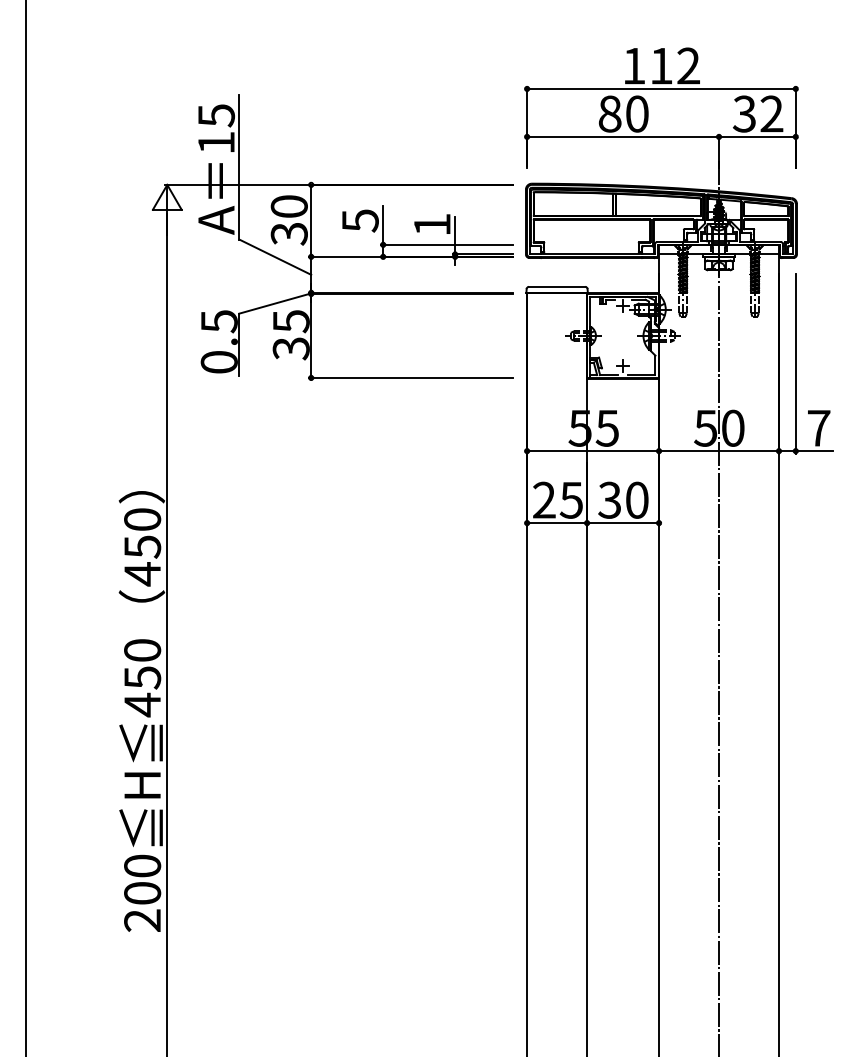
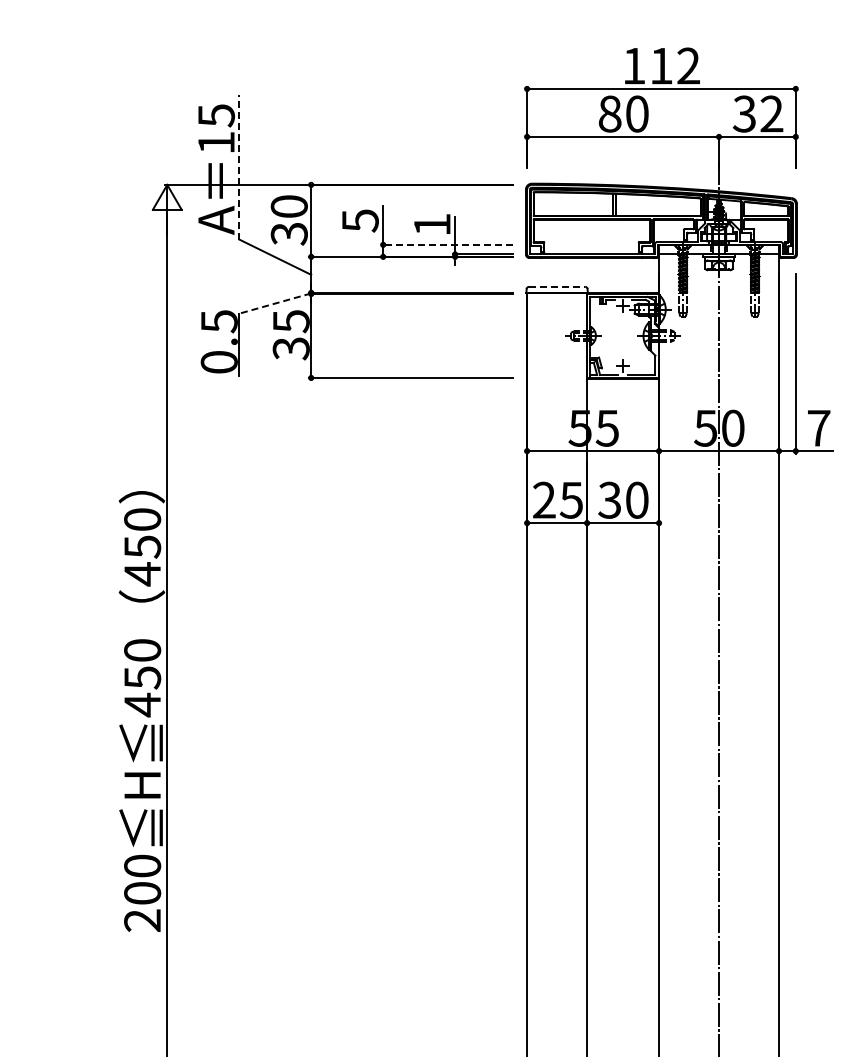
line at (239, 166): solid -> dashed
line at (446, 244): solid -> dashed
line at (557, 286): solid -> dashed
line at (274, 303): solid -> dashed
line at (25, 527): present -> none
